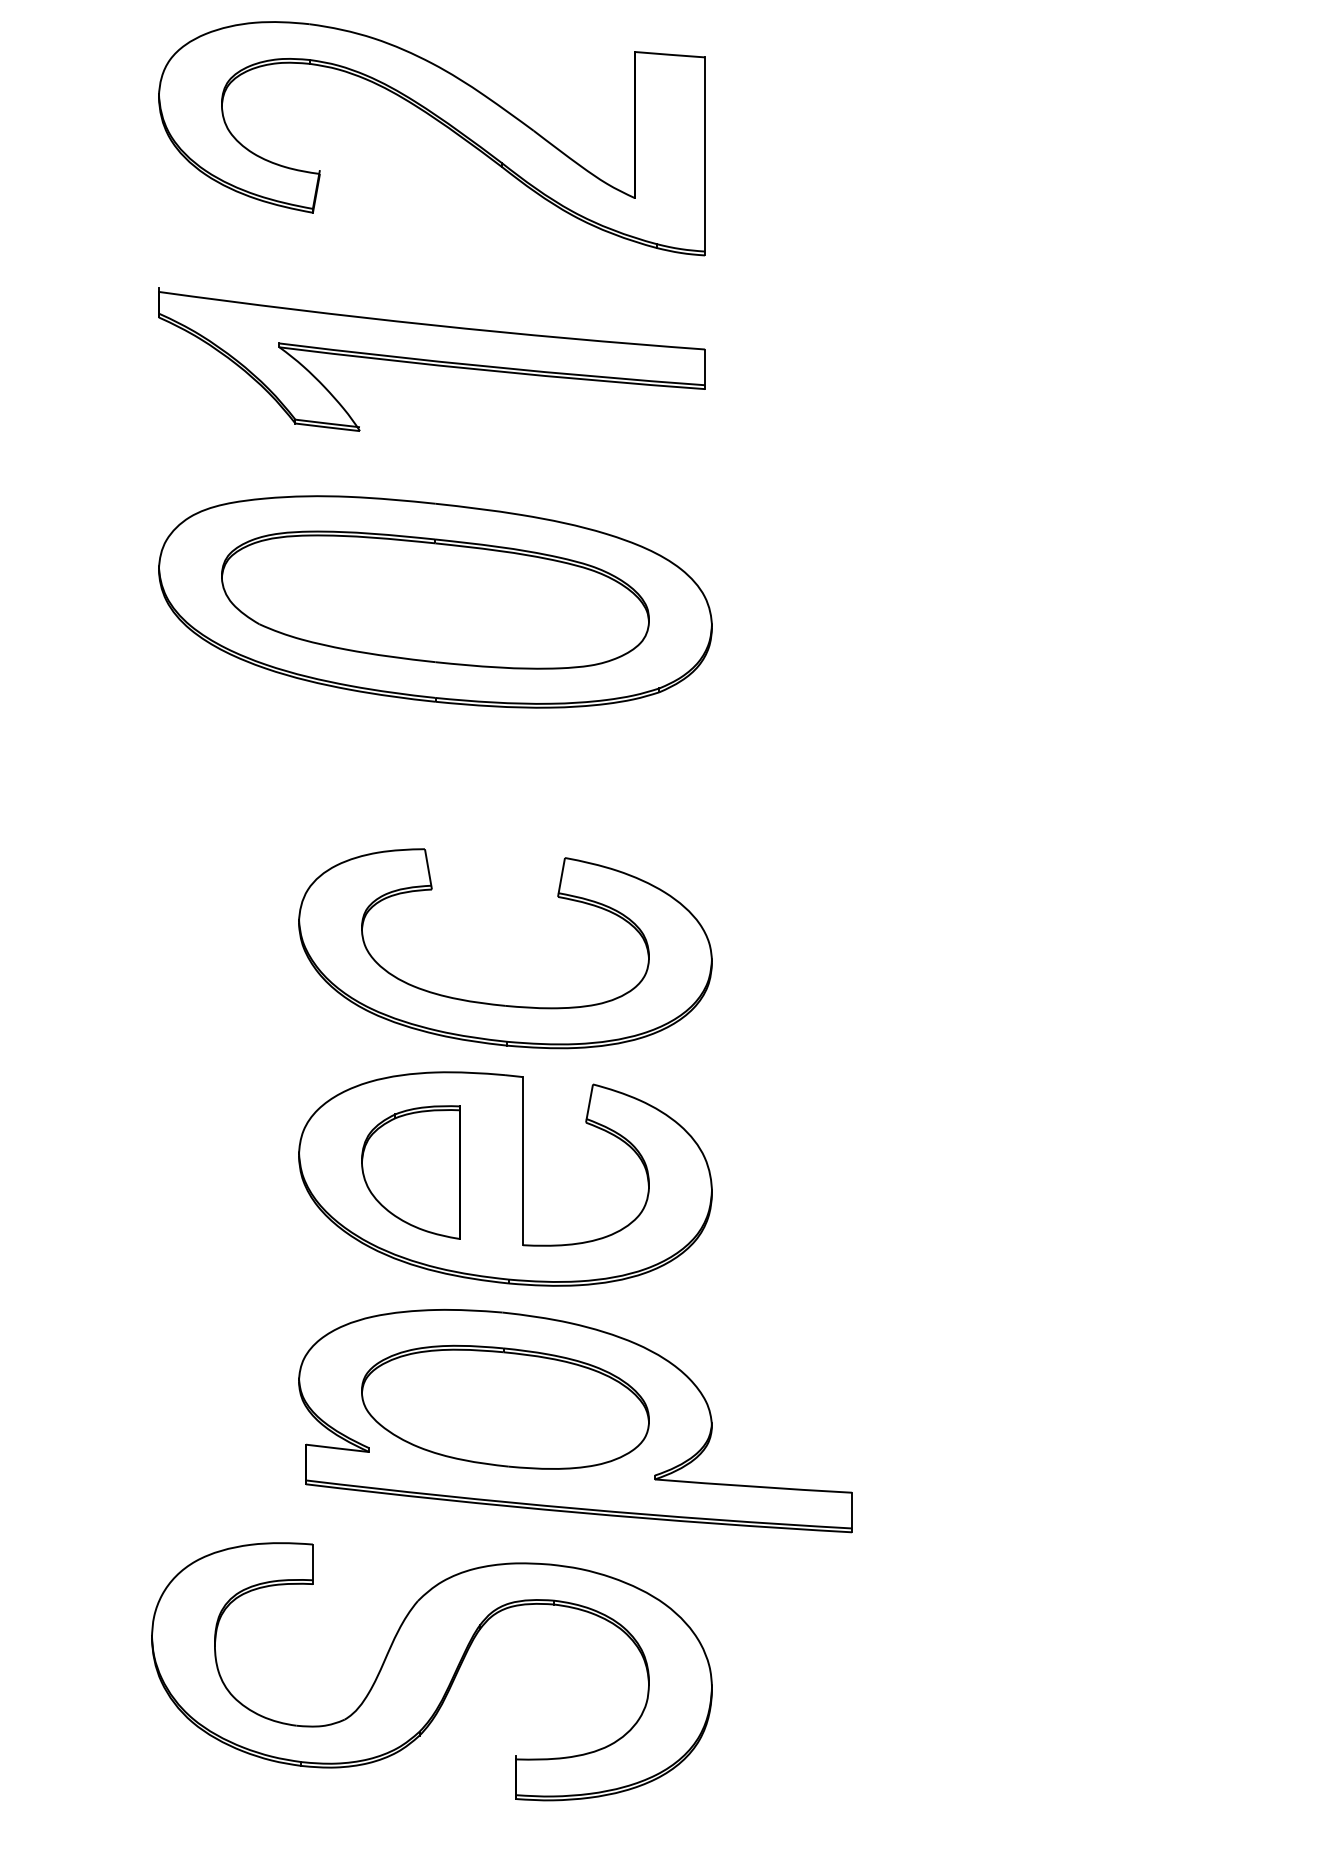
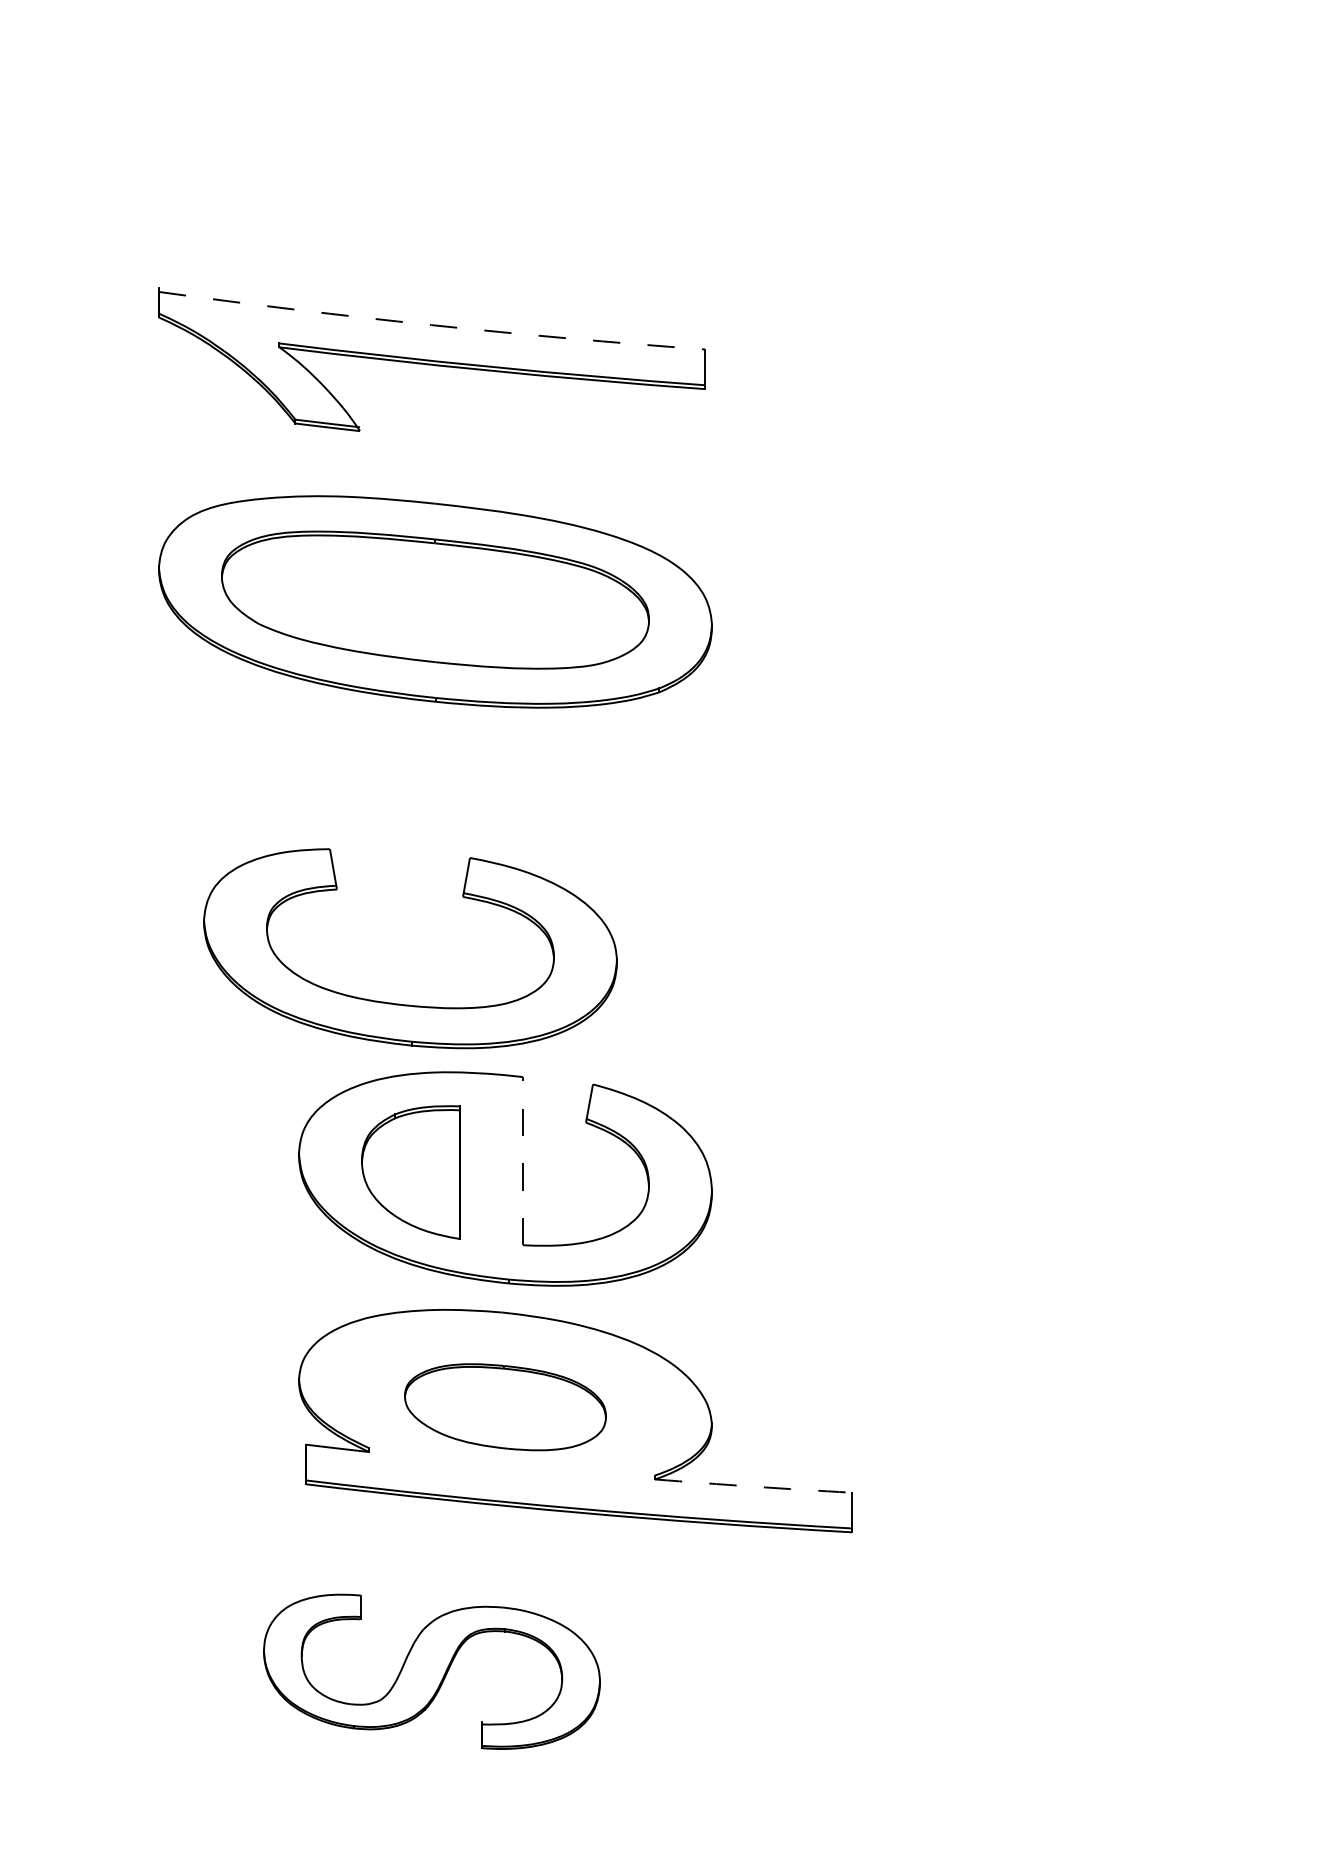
part at (441, 124): present -> none
arc at (431, 325): solid -> dashed
part at (495, 1003) position: (495, 1003) -> (400, 1003)
line at (522, 1160): solid -> dashed
part at (505, 1406) size: 289x126 px -> 203x89 px
arc at (753, 1486): solid -> dashed
part at (431, 1671) size: 562x260 px -> 338x157 px
